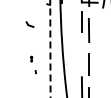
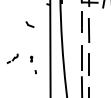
line at (50, 49): dashed -> solid
line at (81, 57): none -> present
part at (12, 58): none -> present
